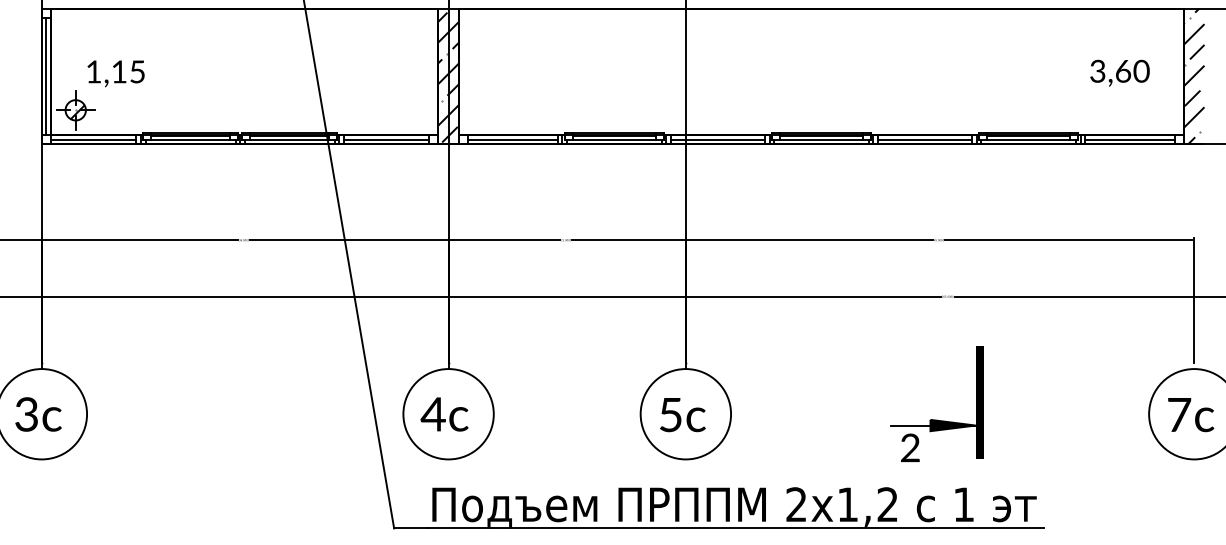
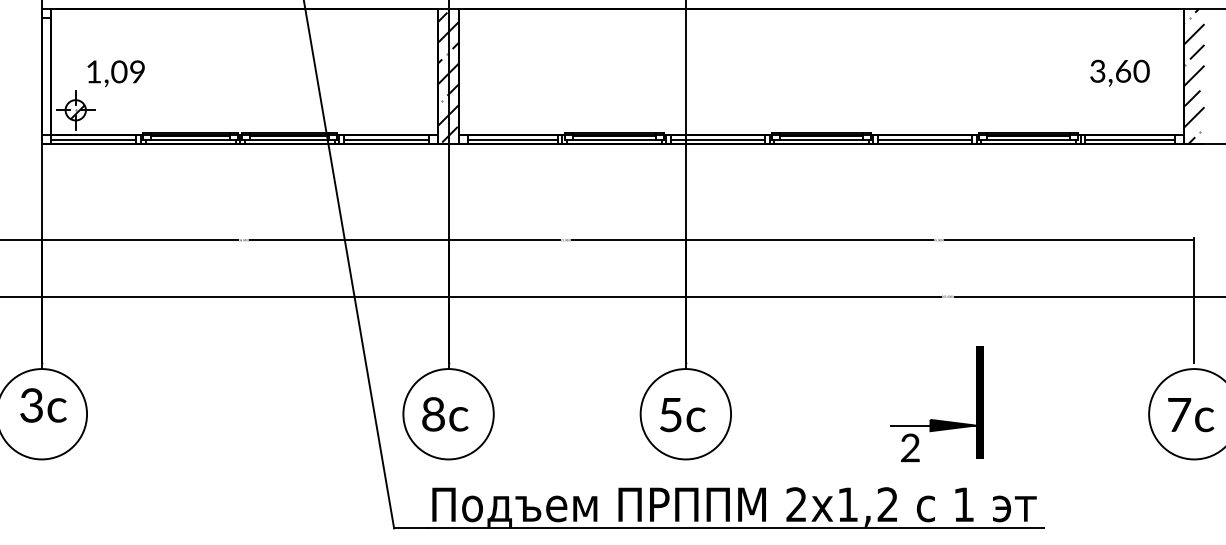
text at (127, 71): 1,15 -> 1,09
line at (46, 76): present -> none
text at (38, 414) position: (38, 414) -> (43, 405)
text at (432, 414): 4c -> 8c
